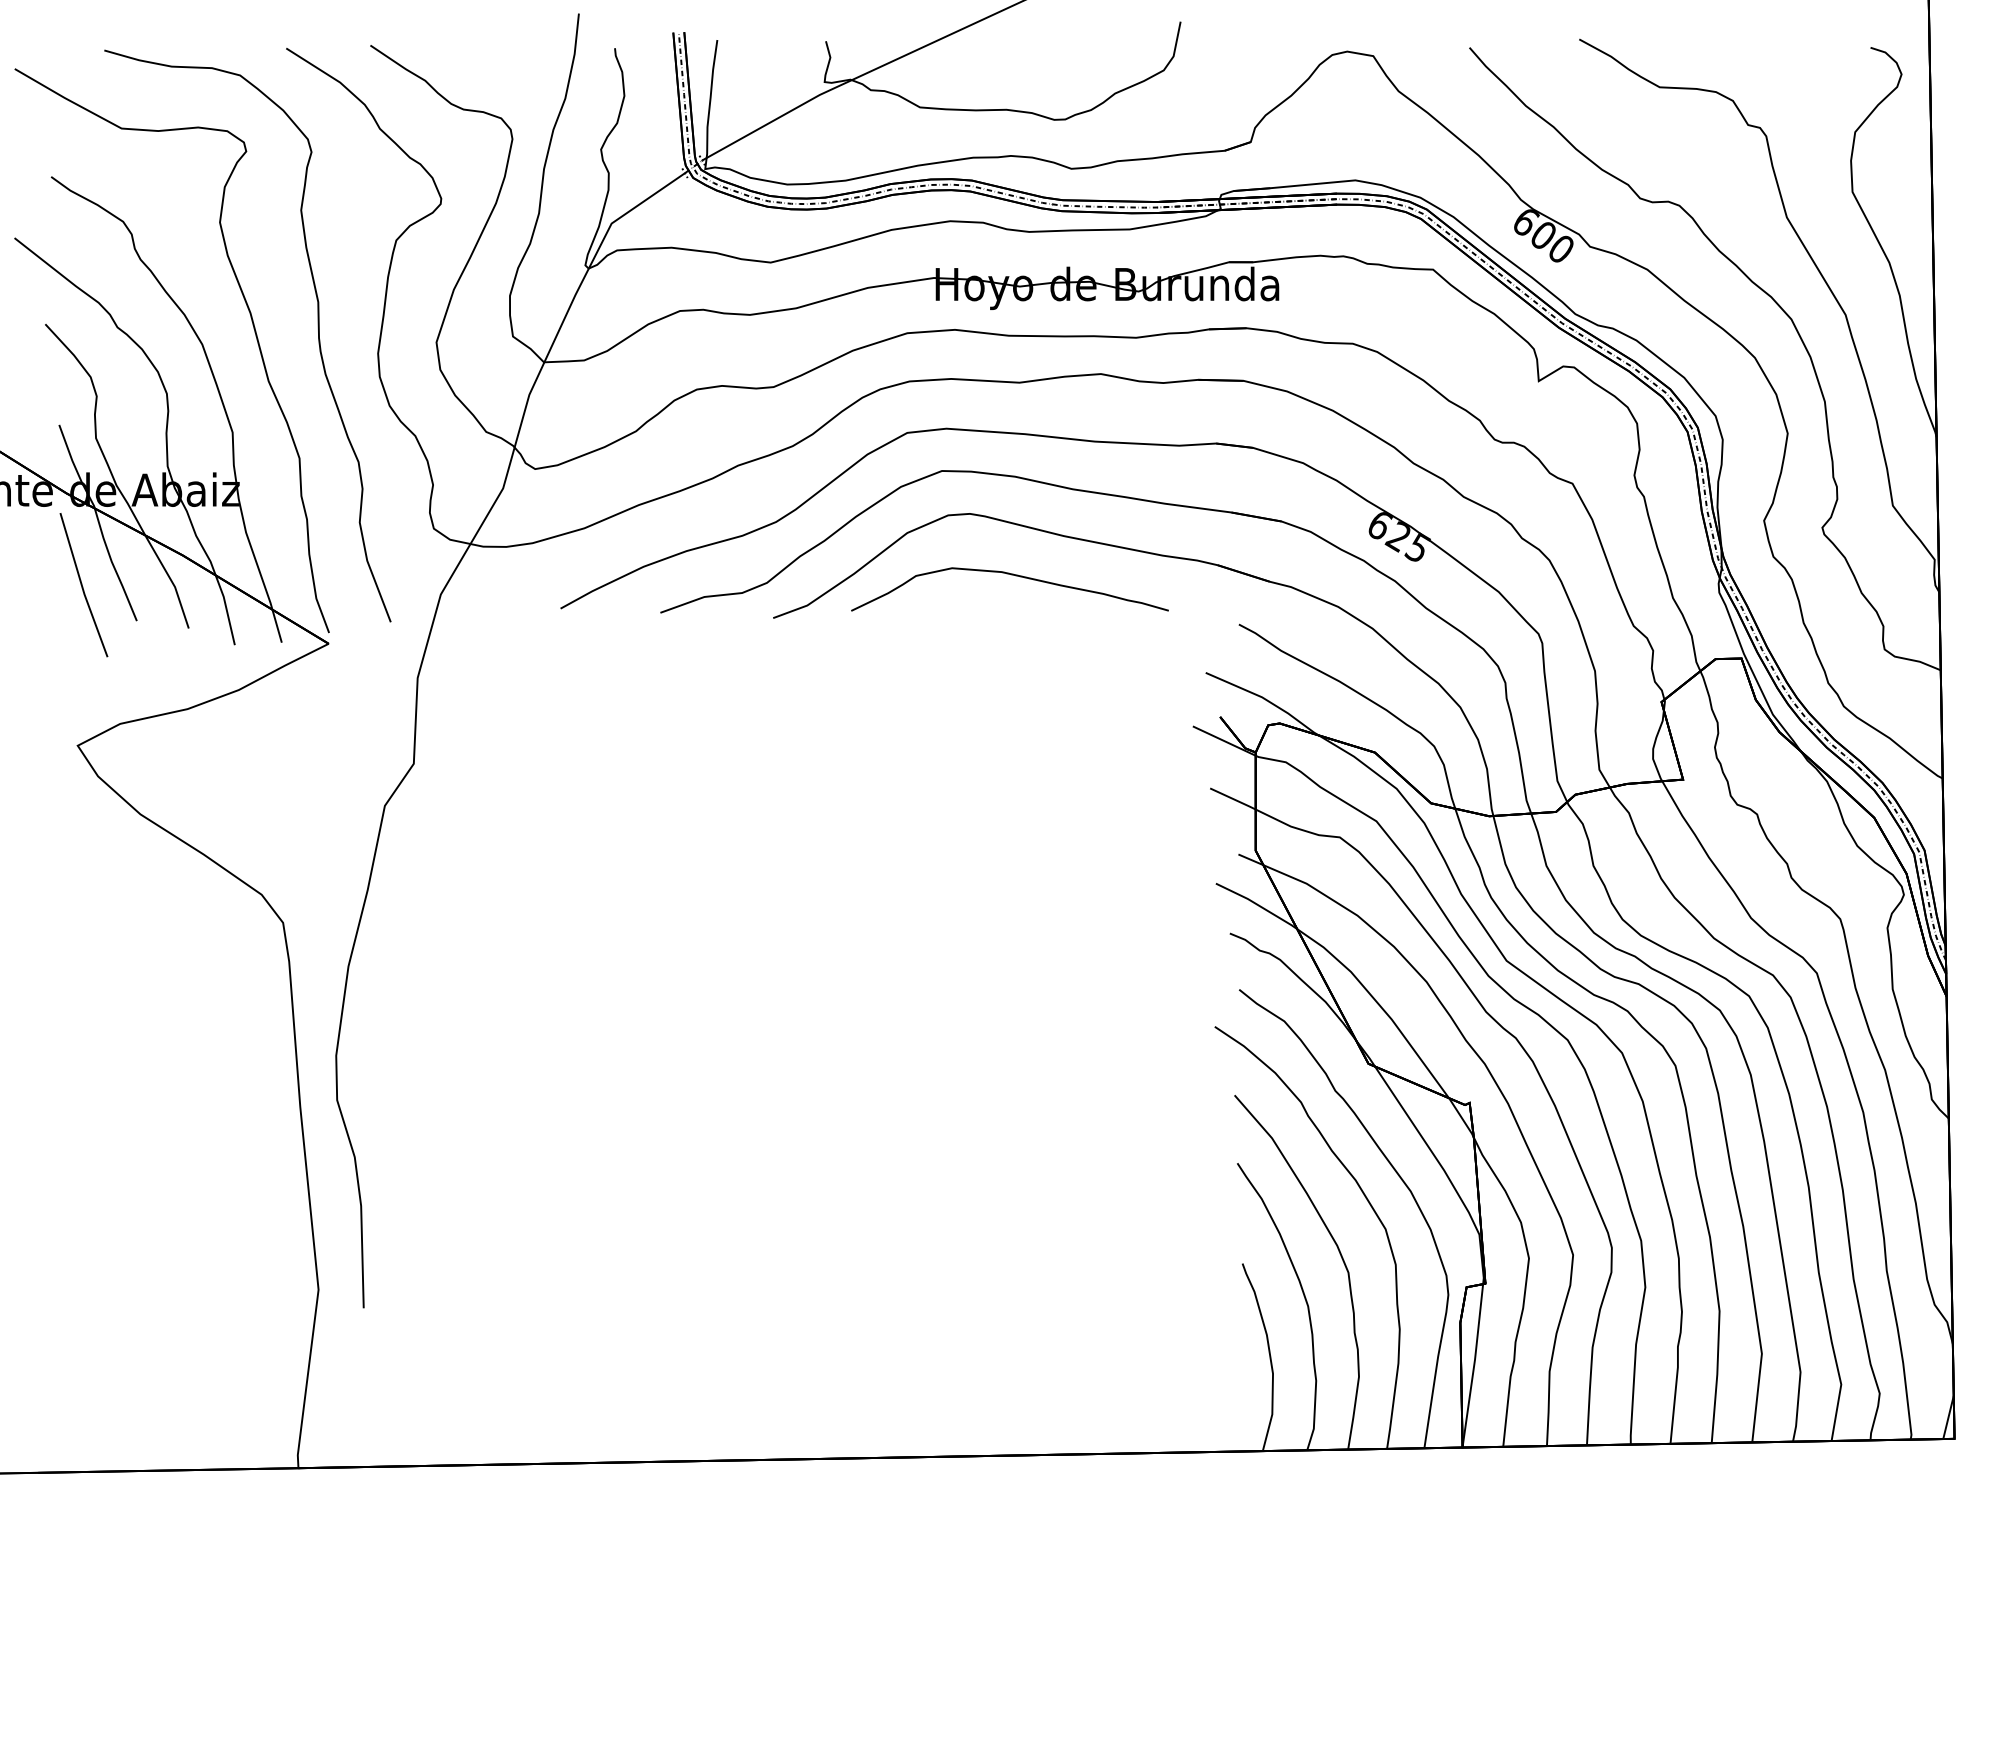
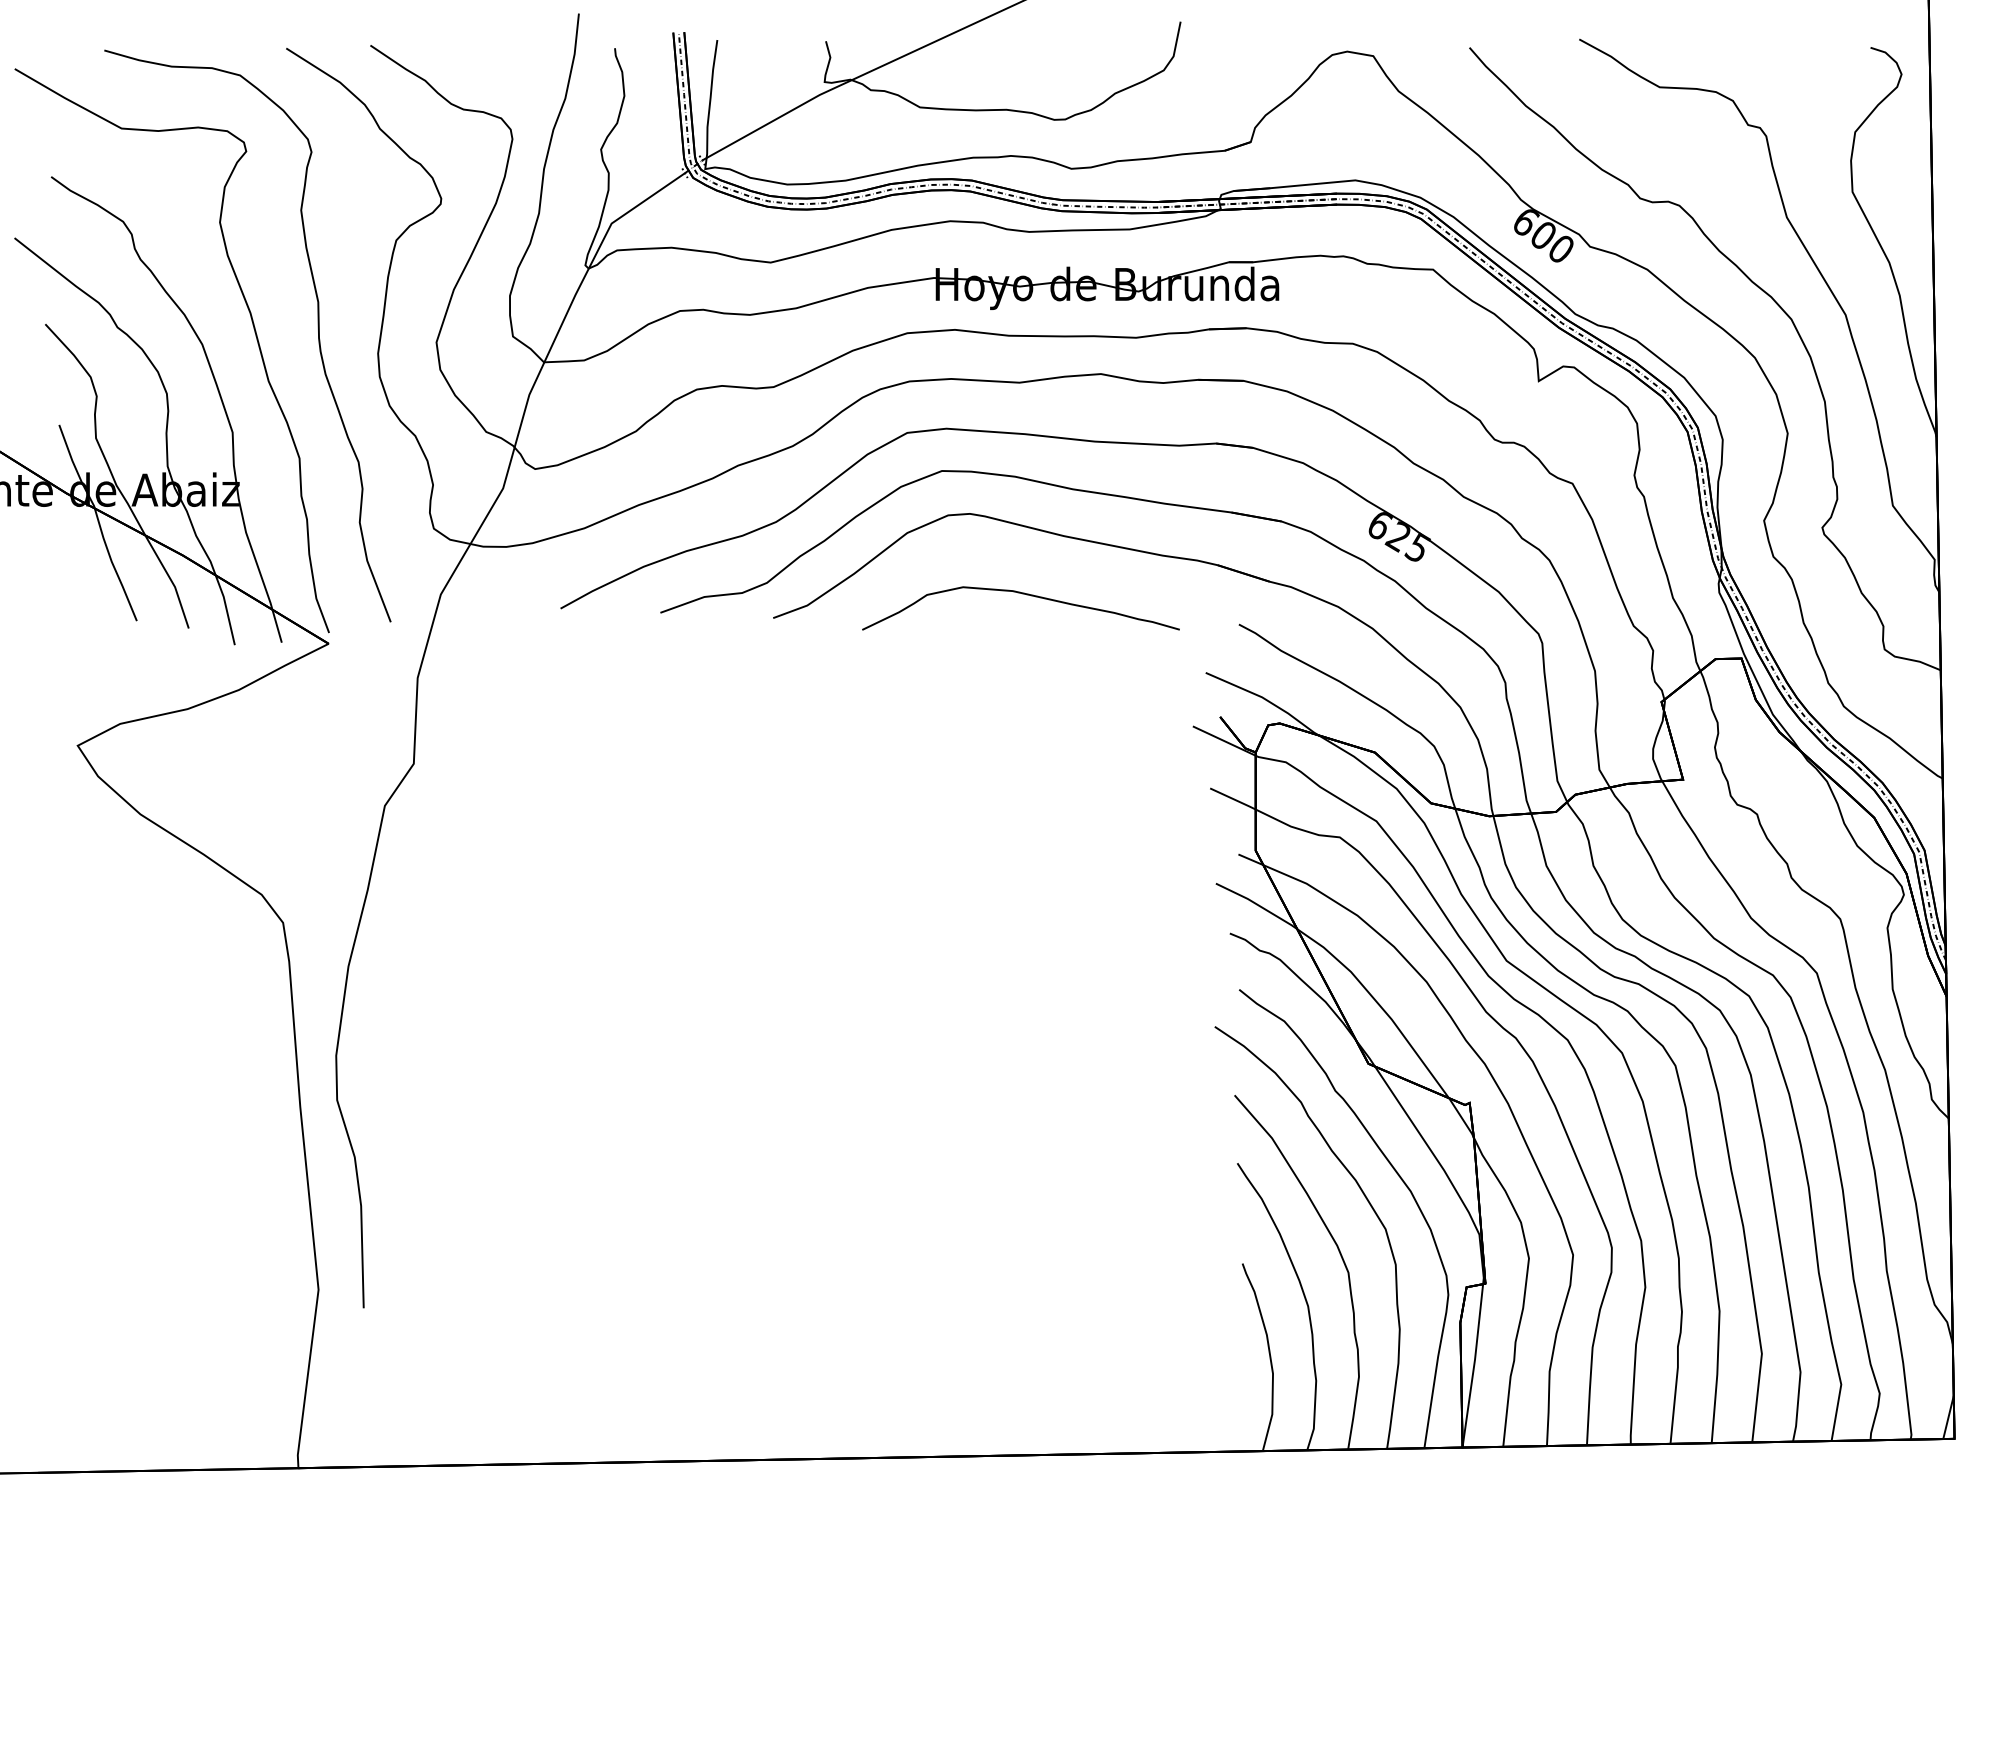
curve at (1011, 575) position: (1011, 575) -> (1022, 594)
line at (82, 585): present -> none
